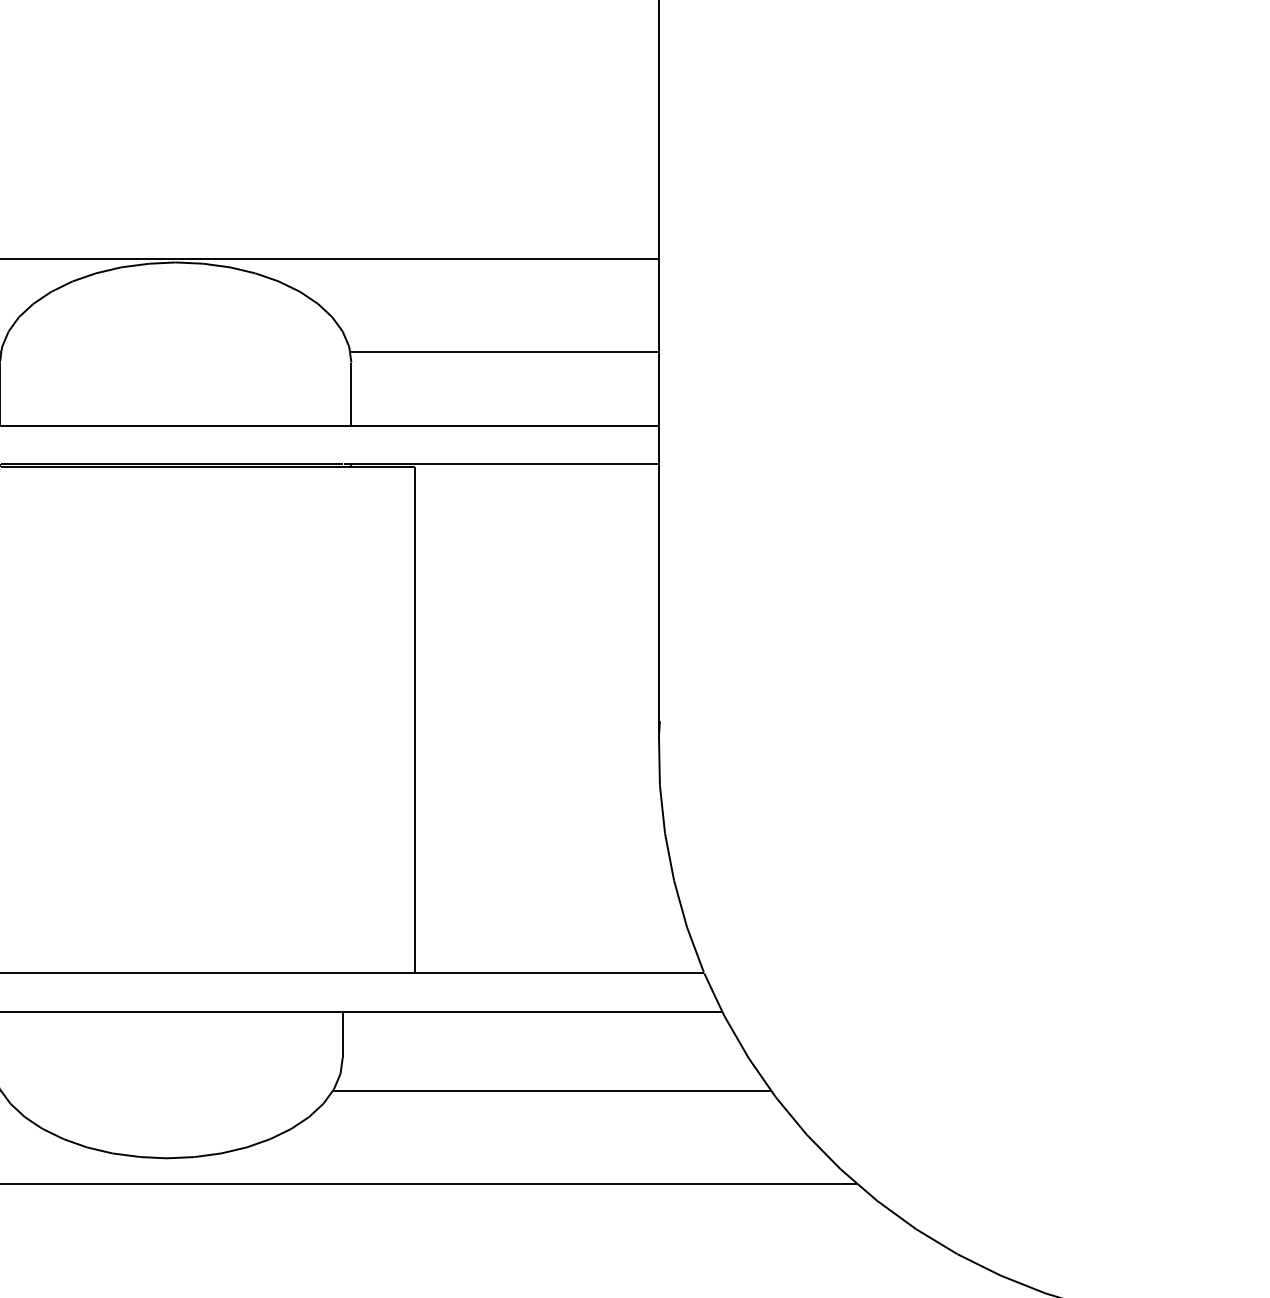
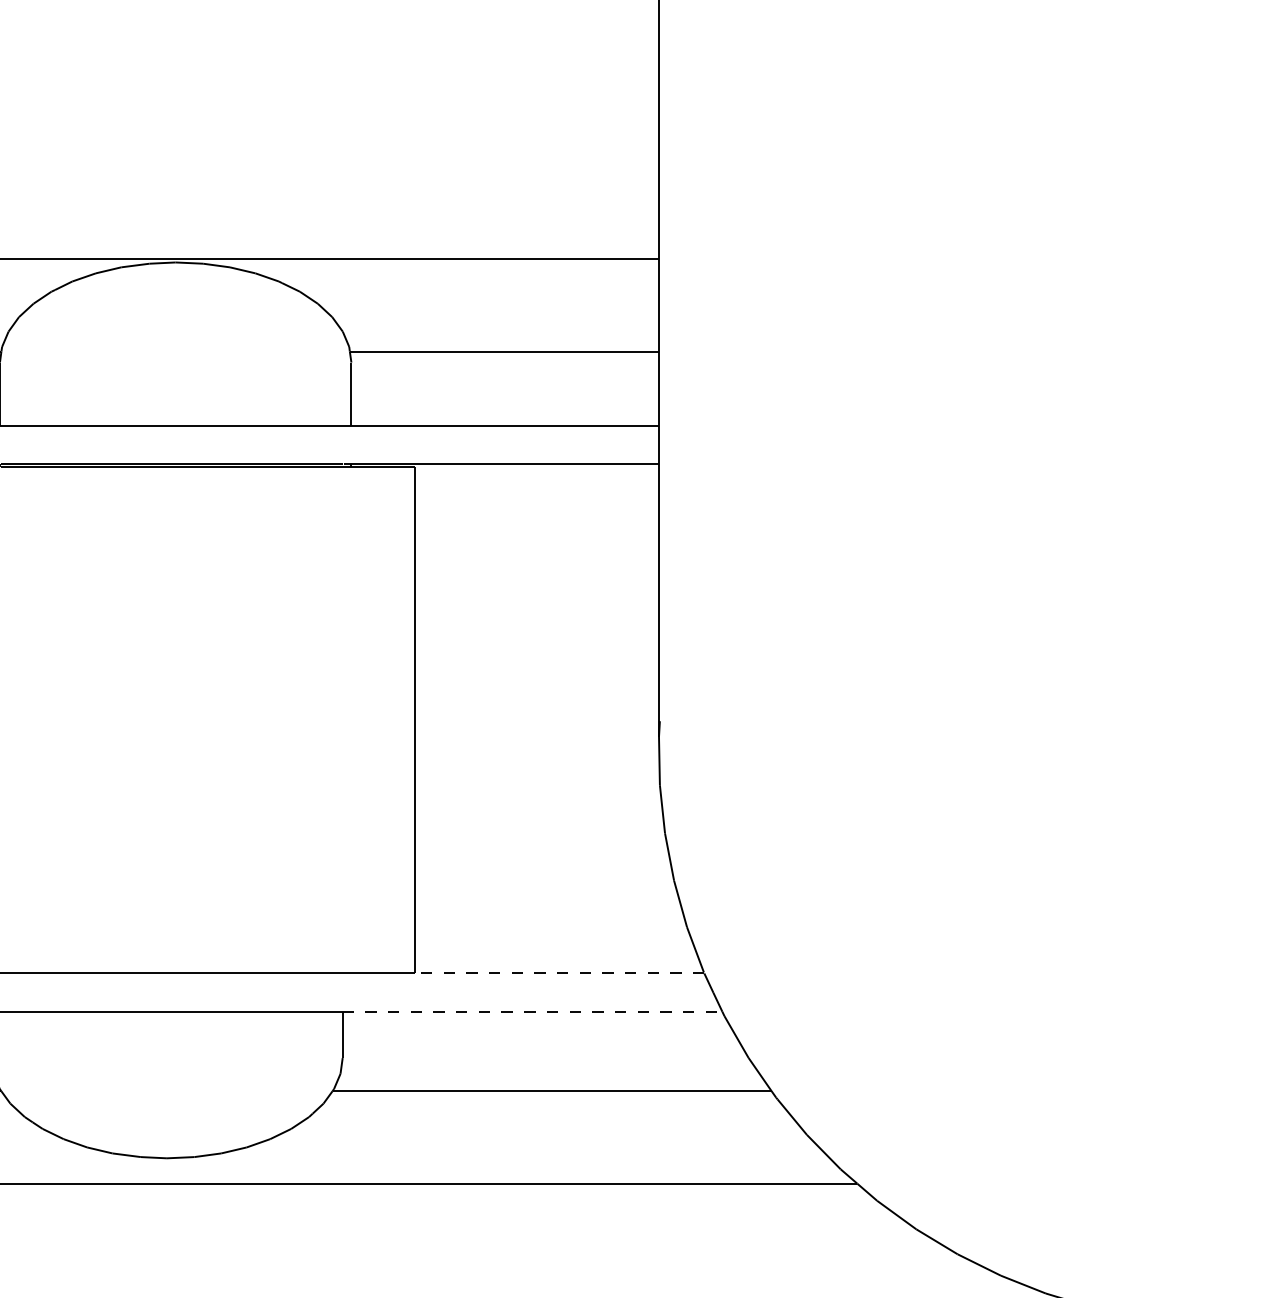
line at (559, 973): solid -> dashed
line at (532, 1011): solid -> dashed
